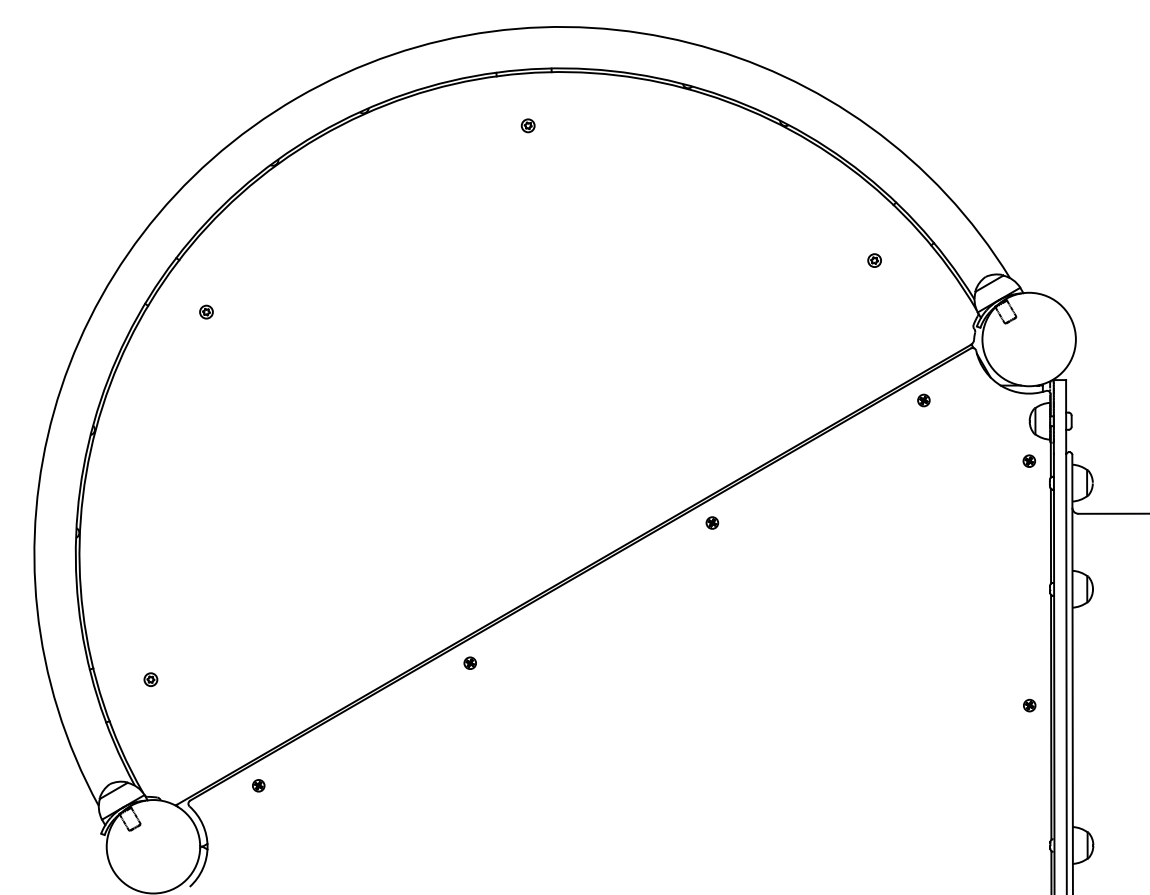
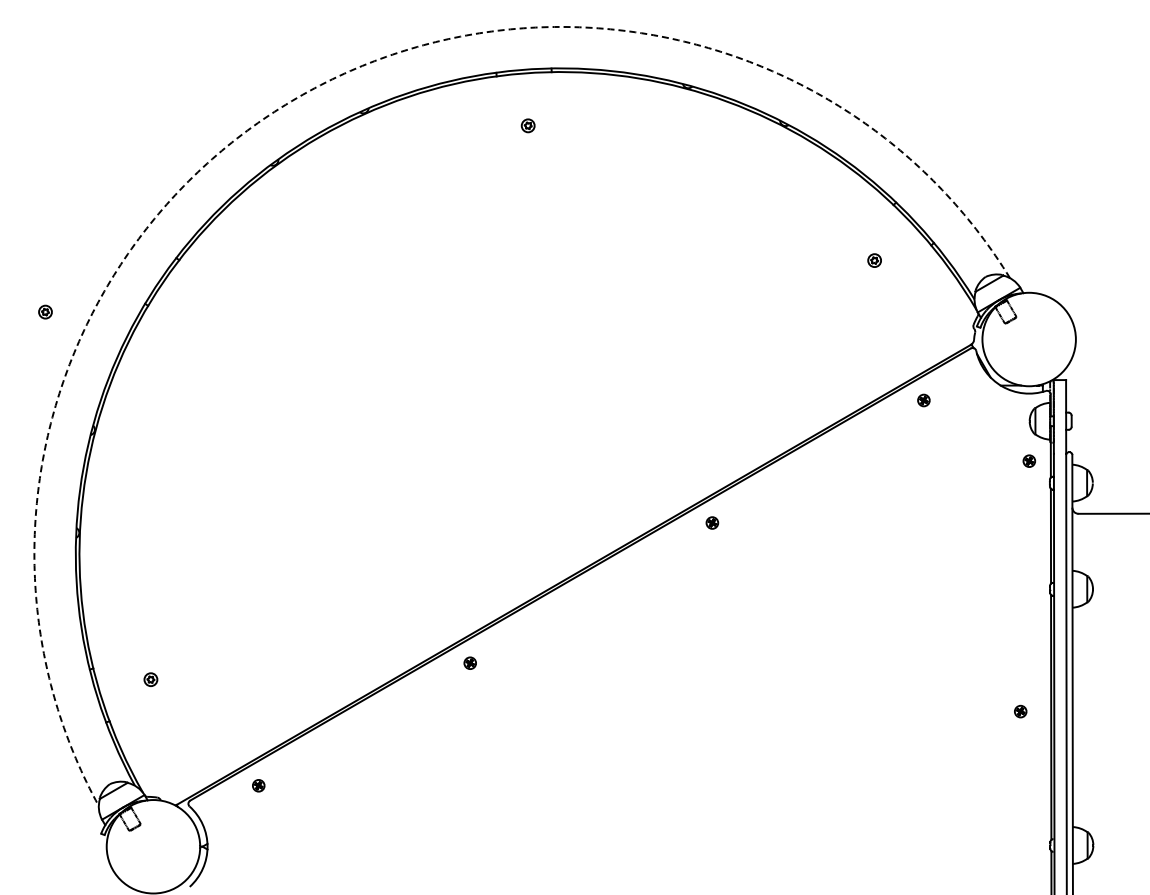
arc at (297, 97): solid -> dashed
part at (206, 311) position: (206, 311) -> (45, 311)
part at (1029, 705) position: (1029, 705) -> (1020, 711)
